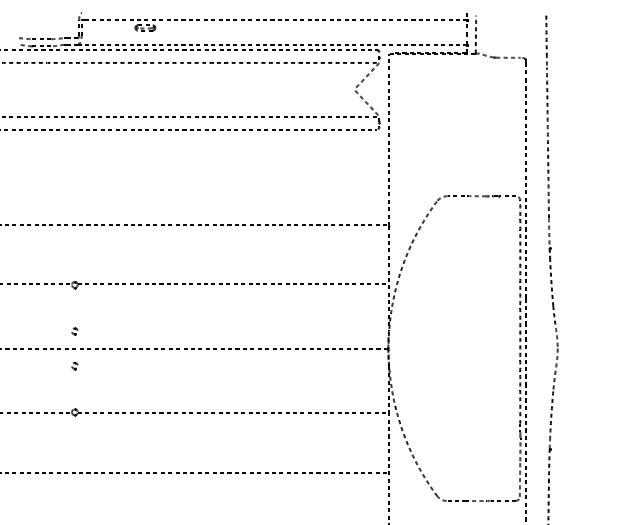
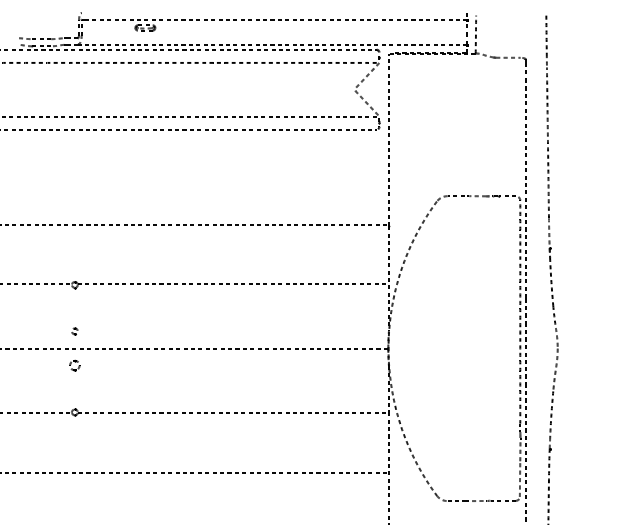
part at (74, 366) size: 8x9 px -> 12x13 px
